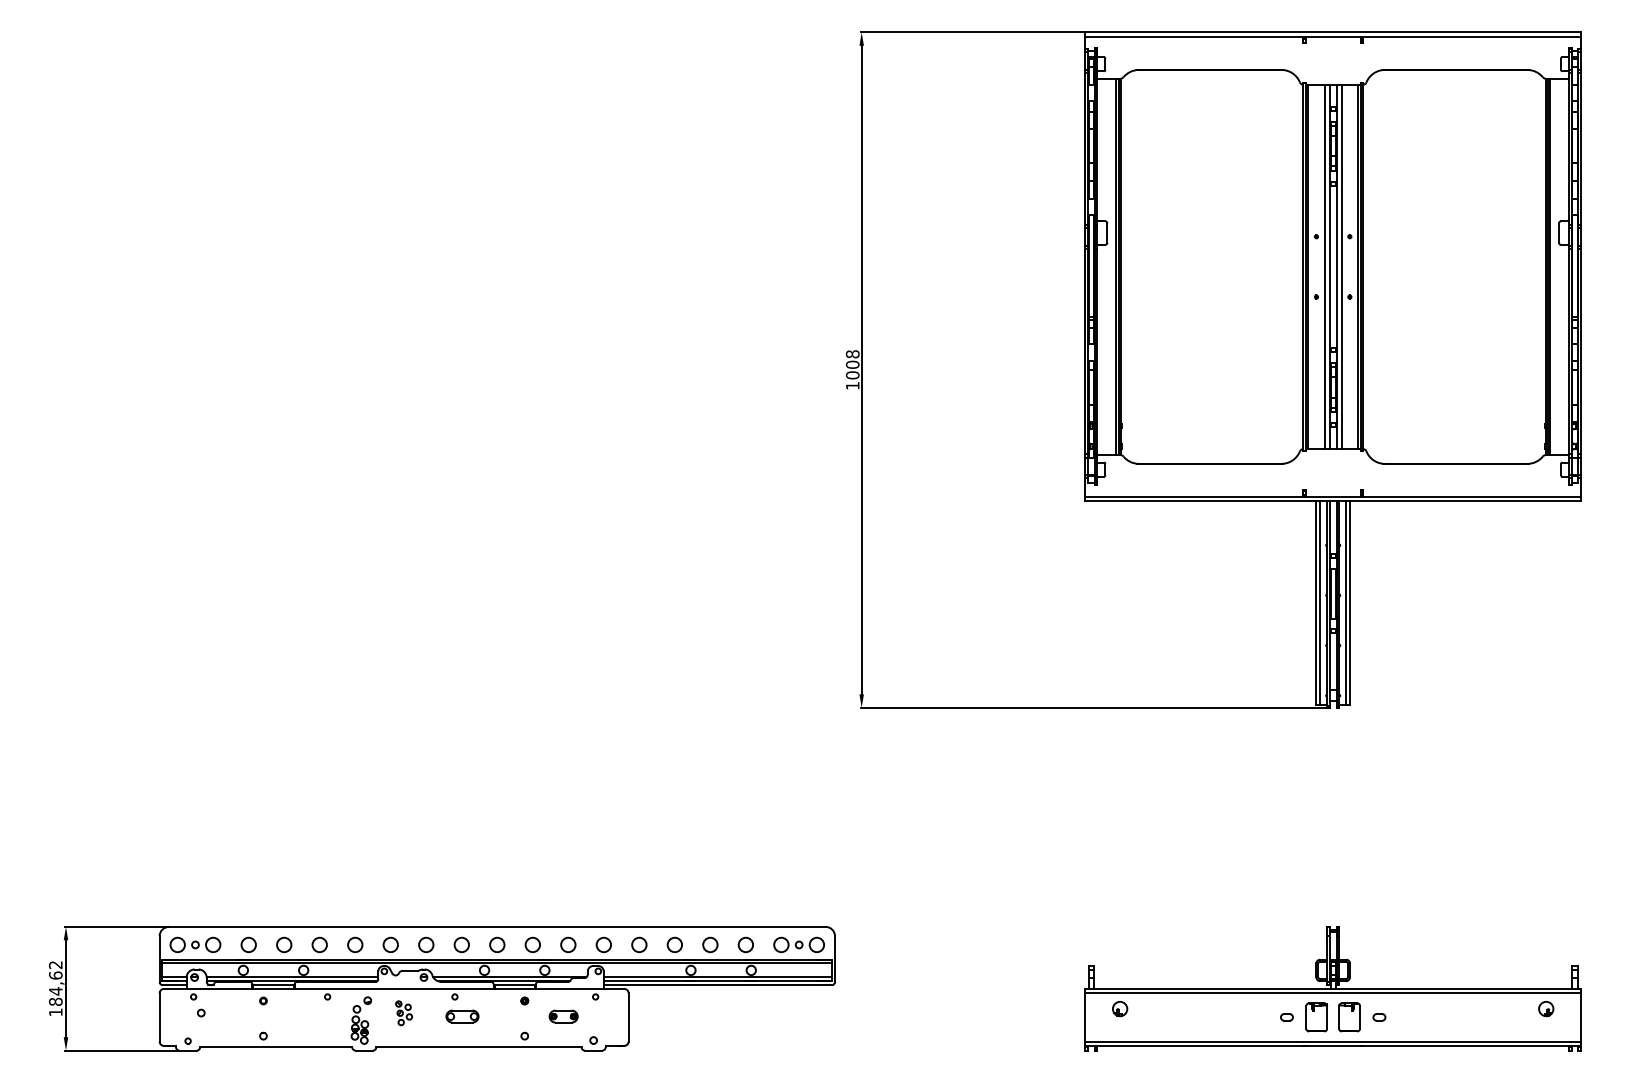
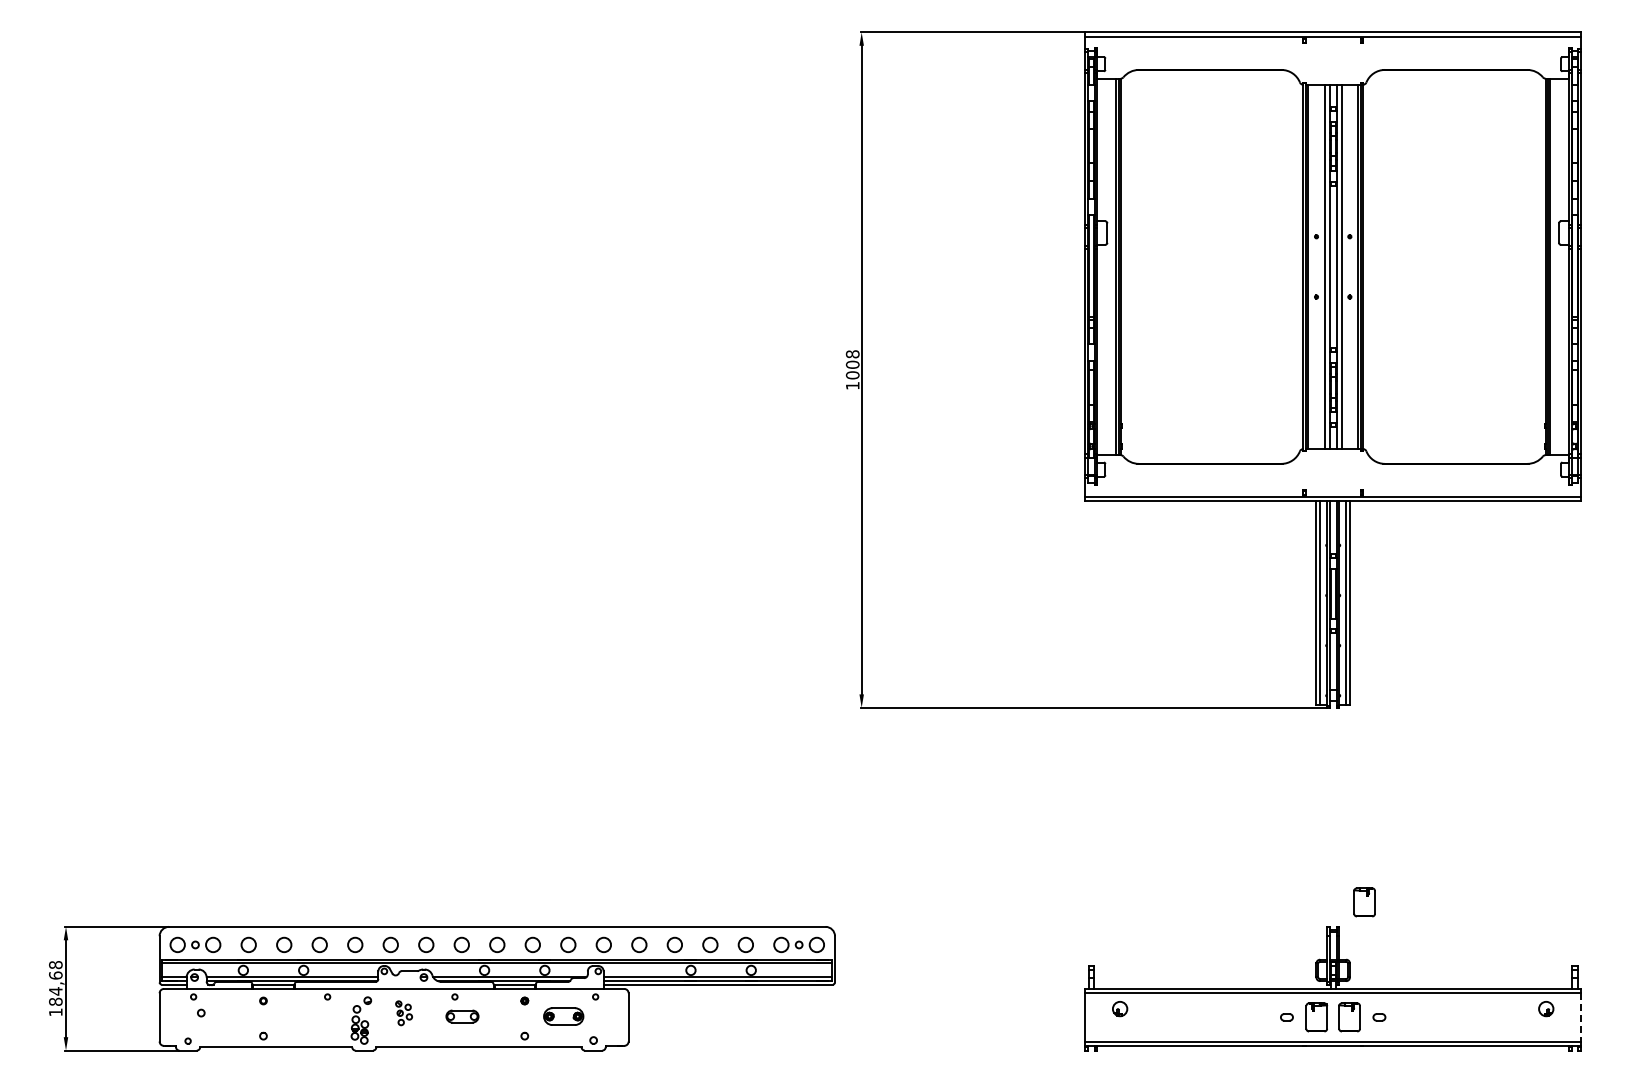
part at (1364, 902): none -> present
text at (55, 965): 184,62 -> 184,68
part at (563, 1016) size: 31x15 px -> 42x19 px
line at (1581, 1017): solid -> dashed
